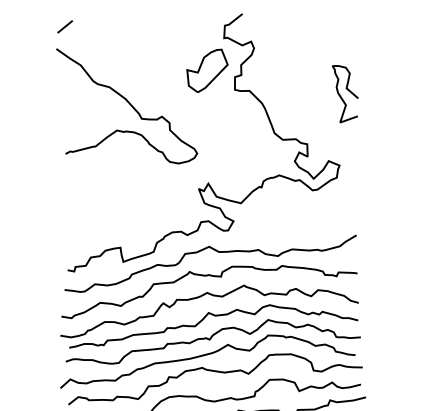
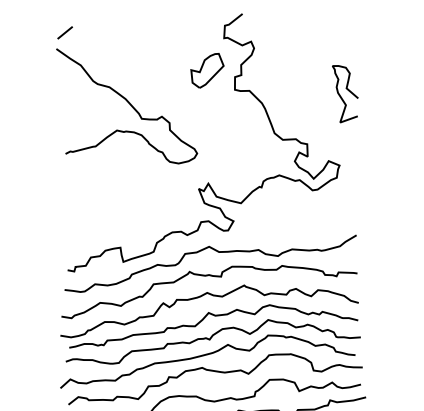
line at (64, 26) position: (64, 26) -> (64, 32)
part at (207, 70) size: 43x45 px -> 35x36 px
